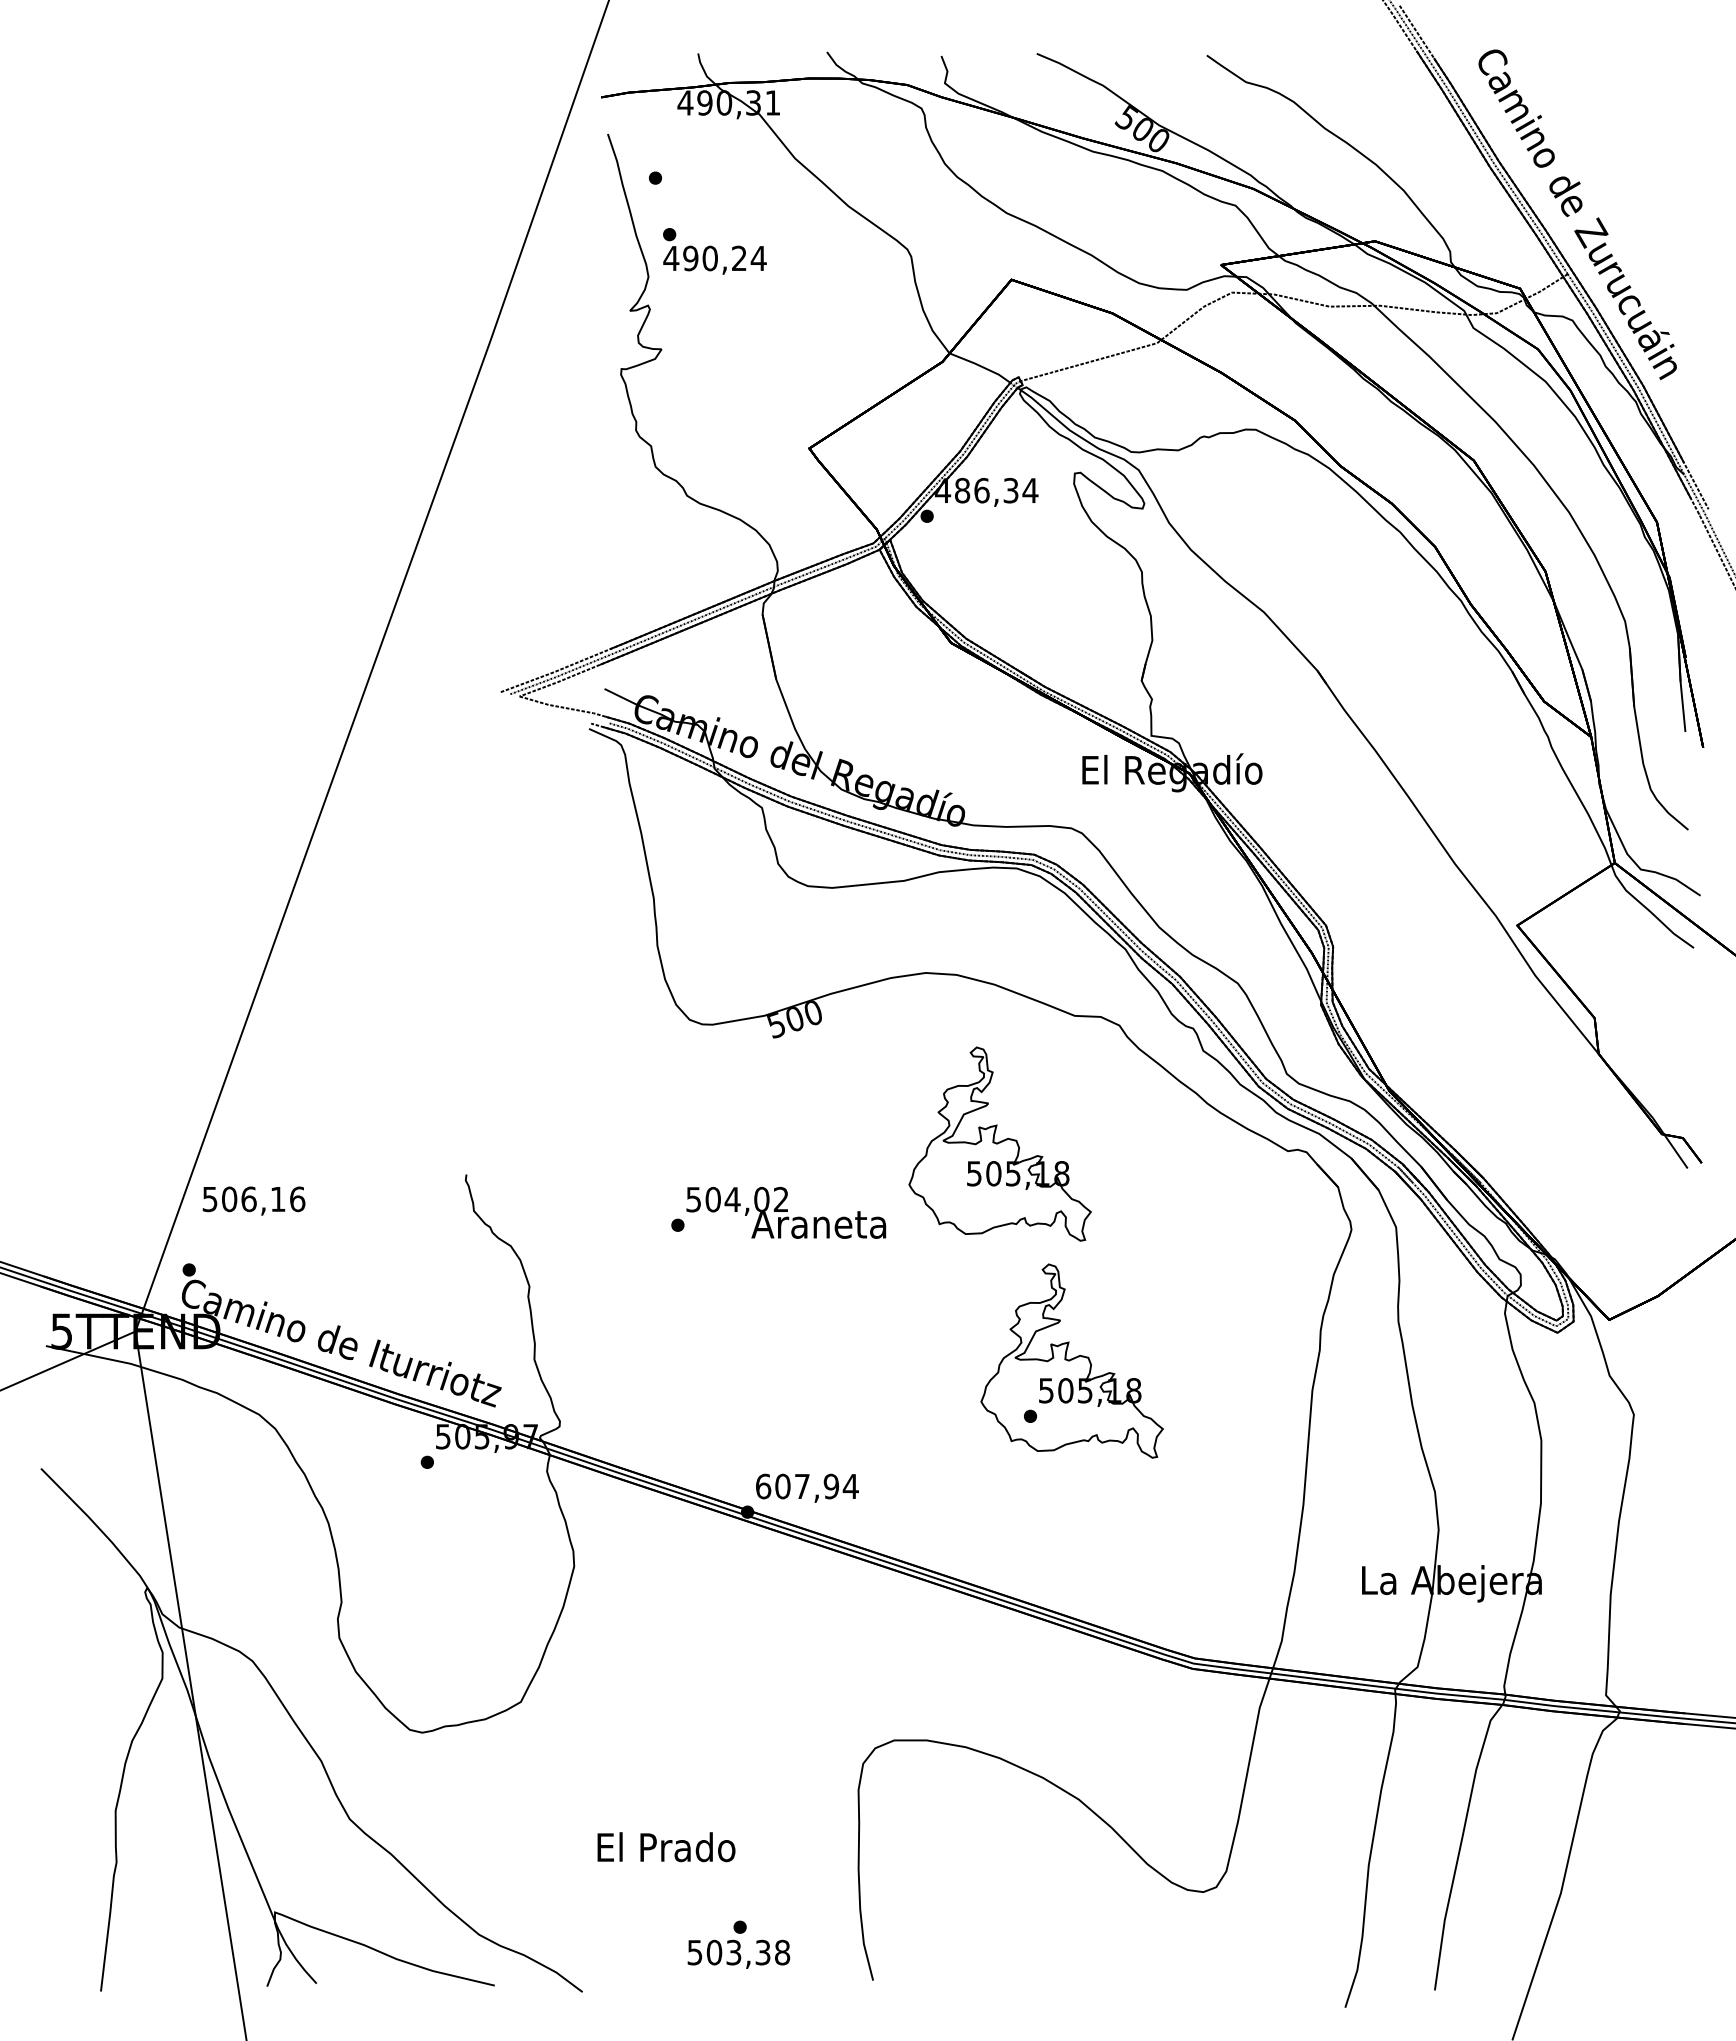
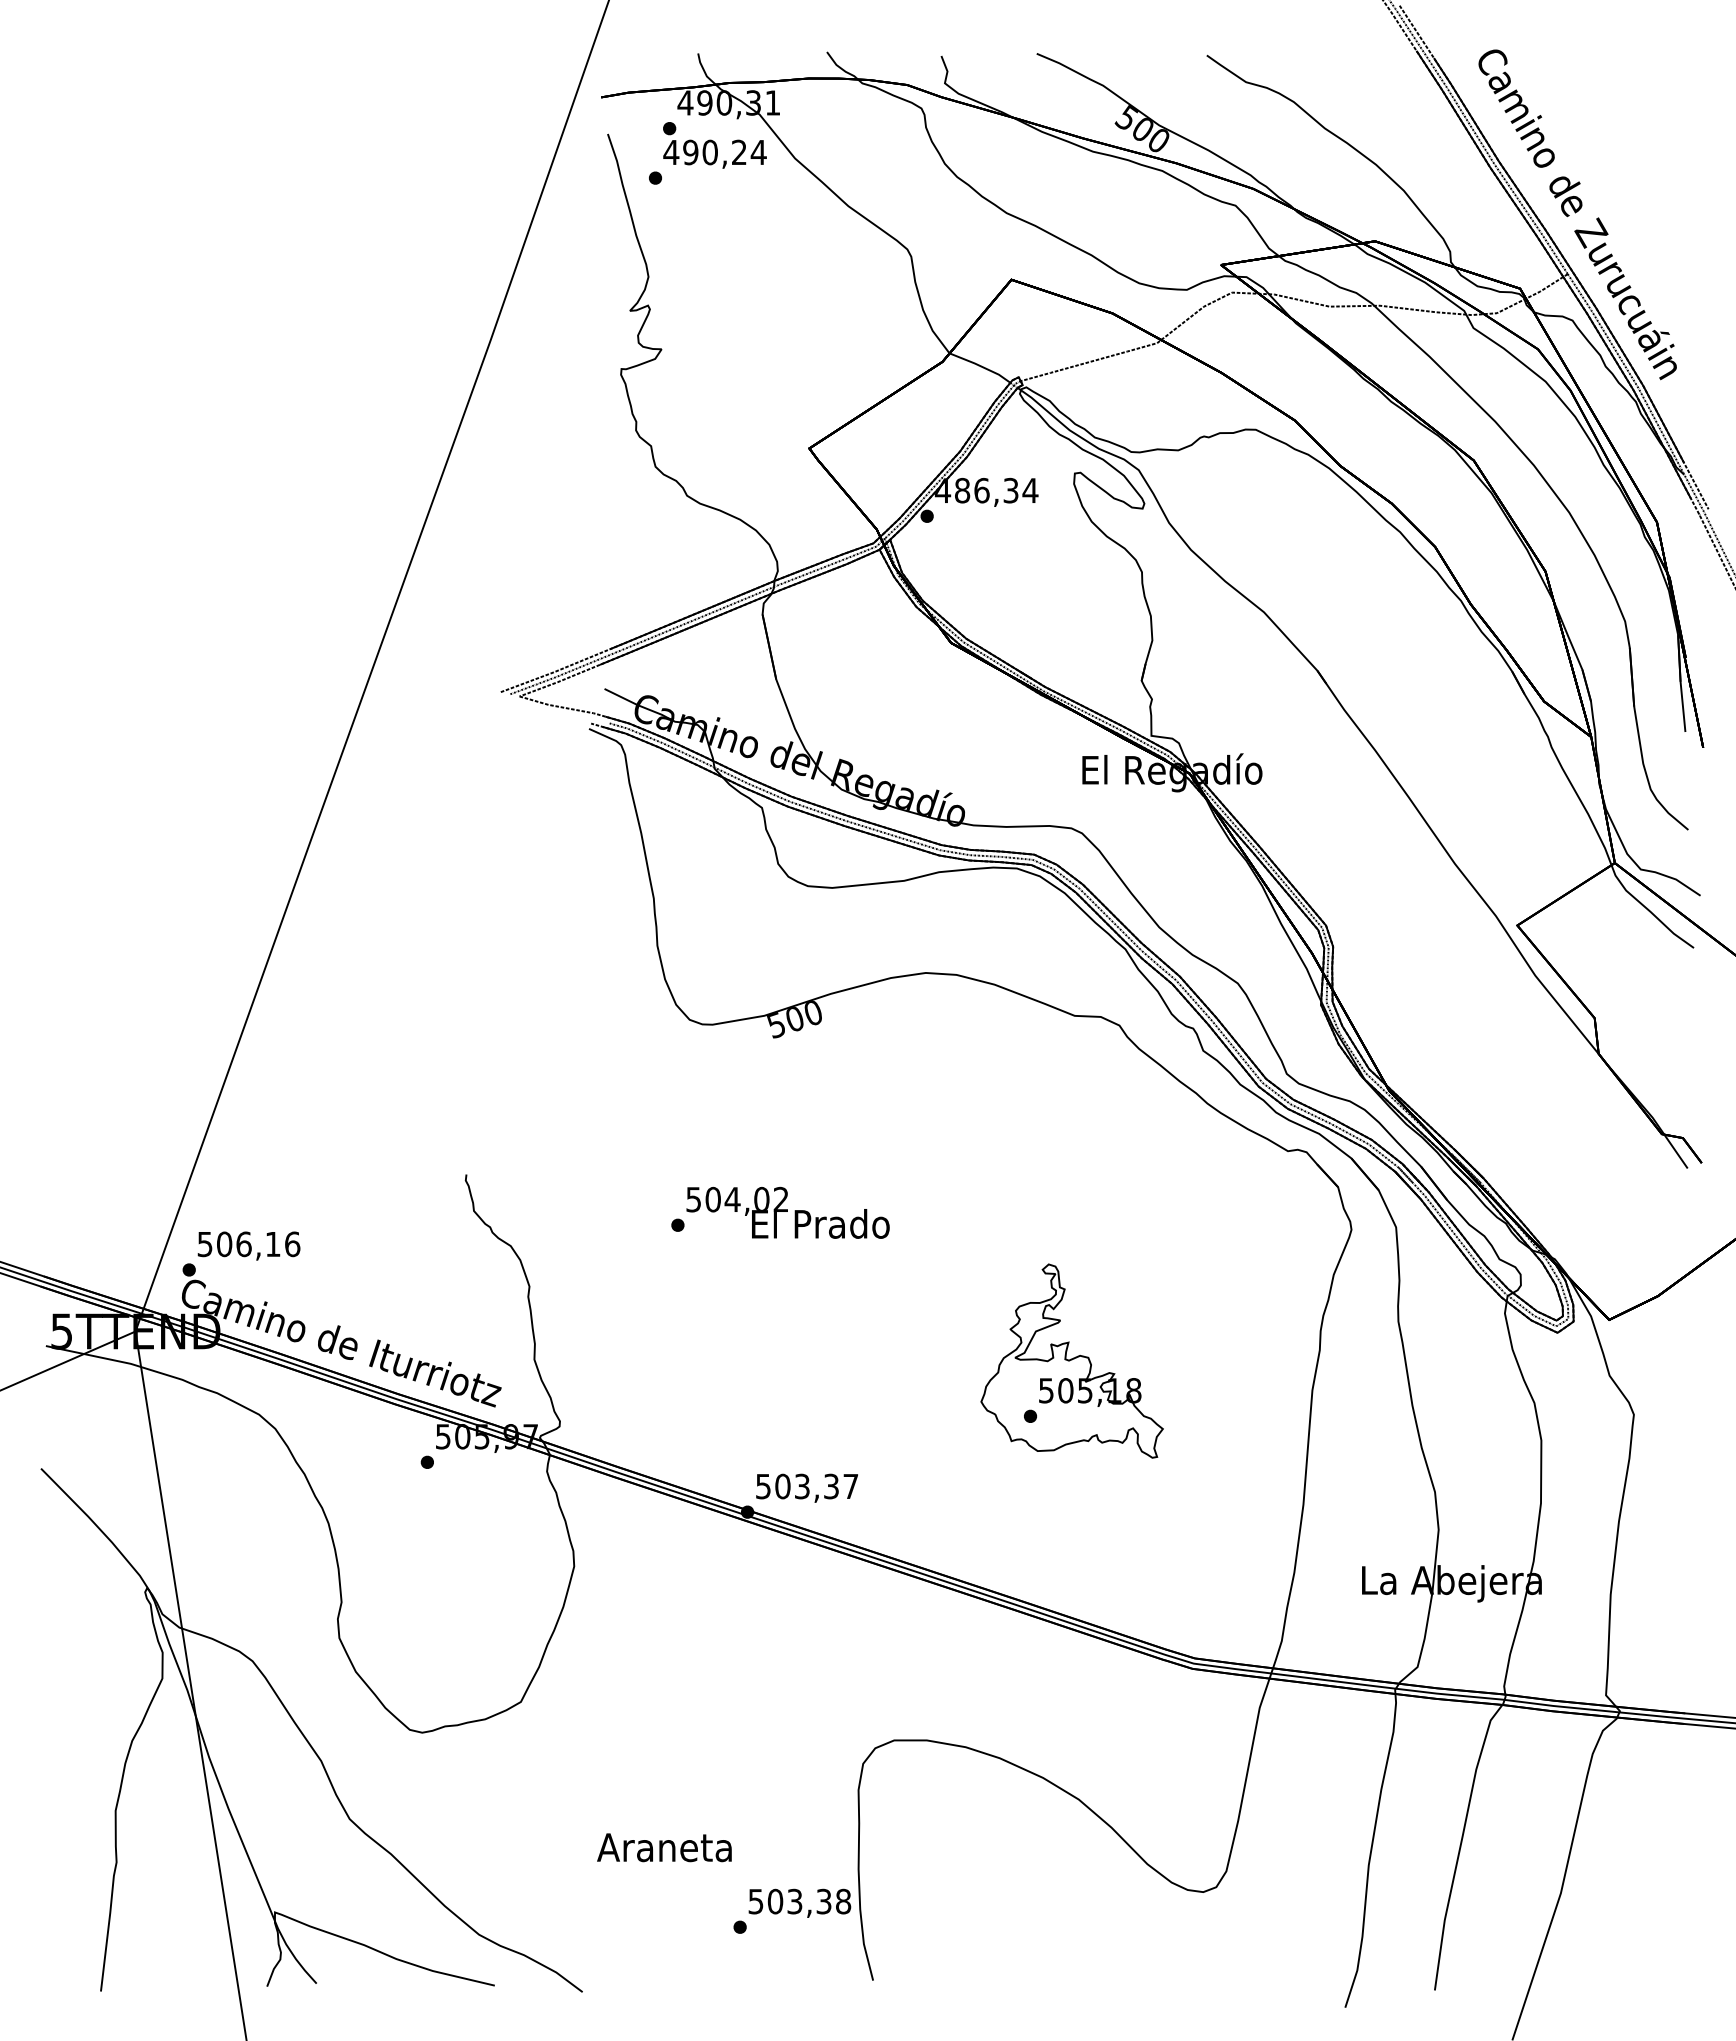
text at (714, 251) position: (714, 251) -> (714, 145)
part at (999, 1143): present -> none
text at (253, 1200) position: (253, 1200) -> (248, 1245)
text at (820, 1223): Araneta -> El Prado
text at (807, 1486): 607,94 -> 503,37
text at (666, 1847): El Prado -> Araneta
text at (738, 1953) position: (738, 1953) -> (799, 1902)
